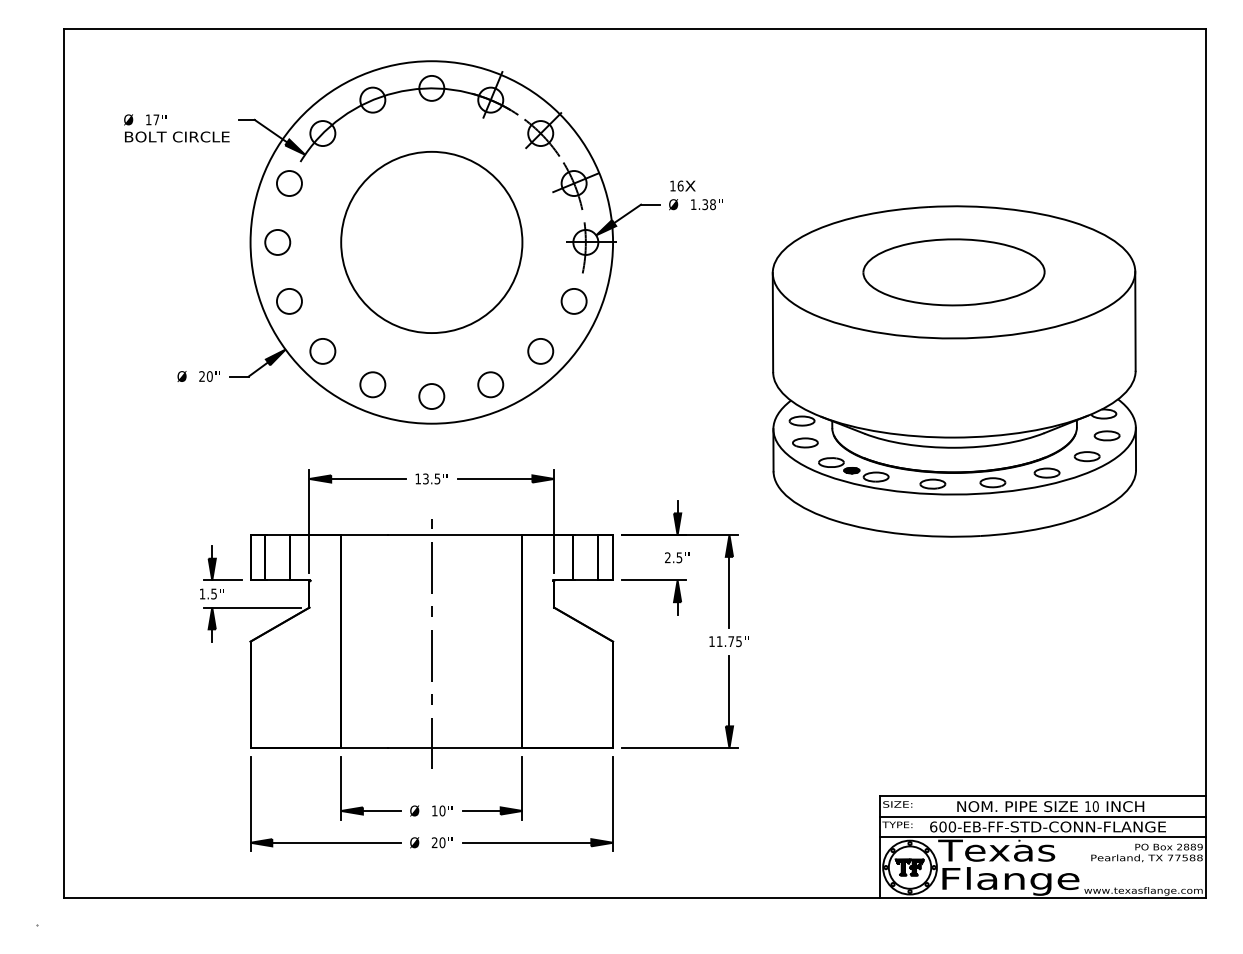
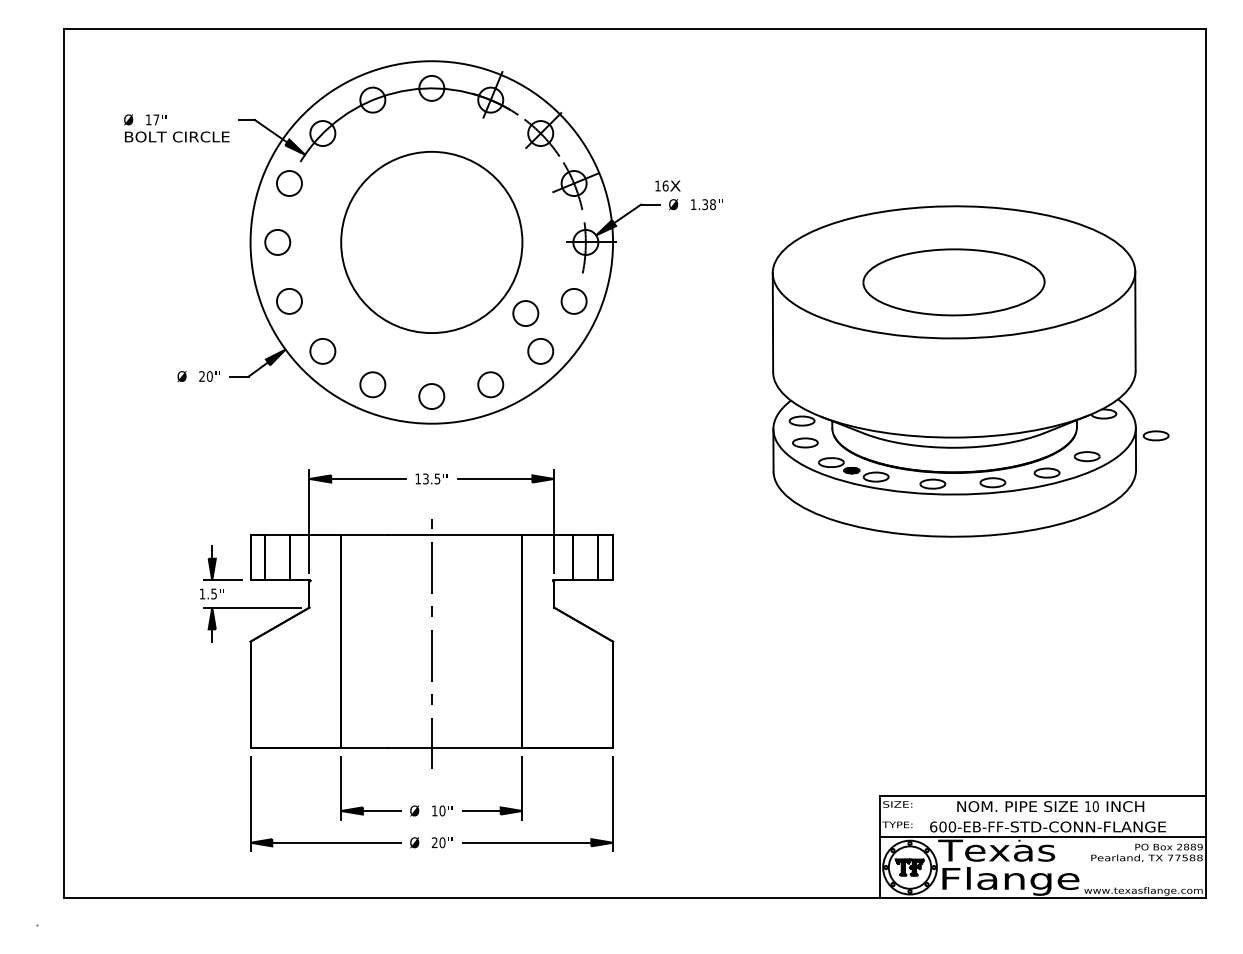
text at (682, 185) position: (682, 185) -> (667, 185)
part at (953, 272) position: (953, 272) -> (953, 282)
circle at (525, 313): none -> present
part at (1106, 435) position: (1106, 435) -> (1155, 435)
part at (678, 615): present -> none
line at (1042, 816): present -> none
